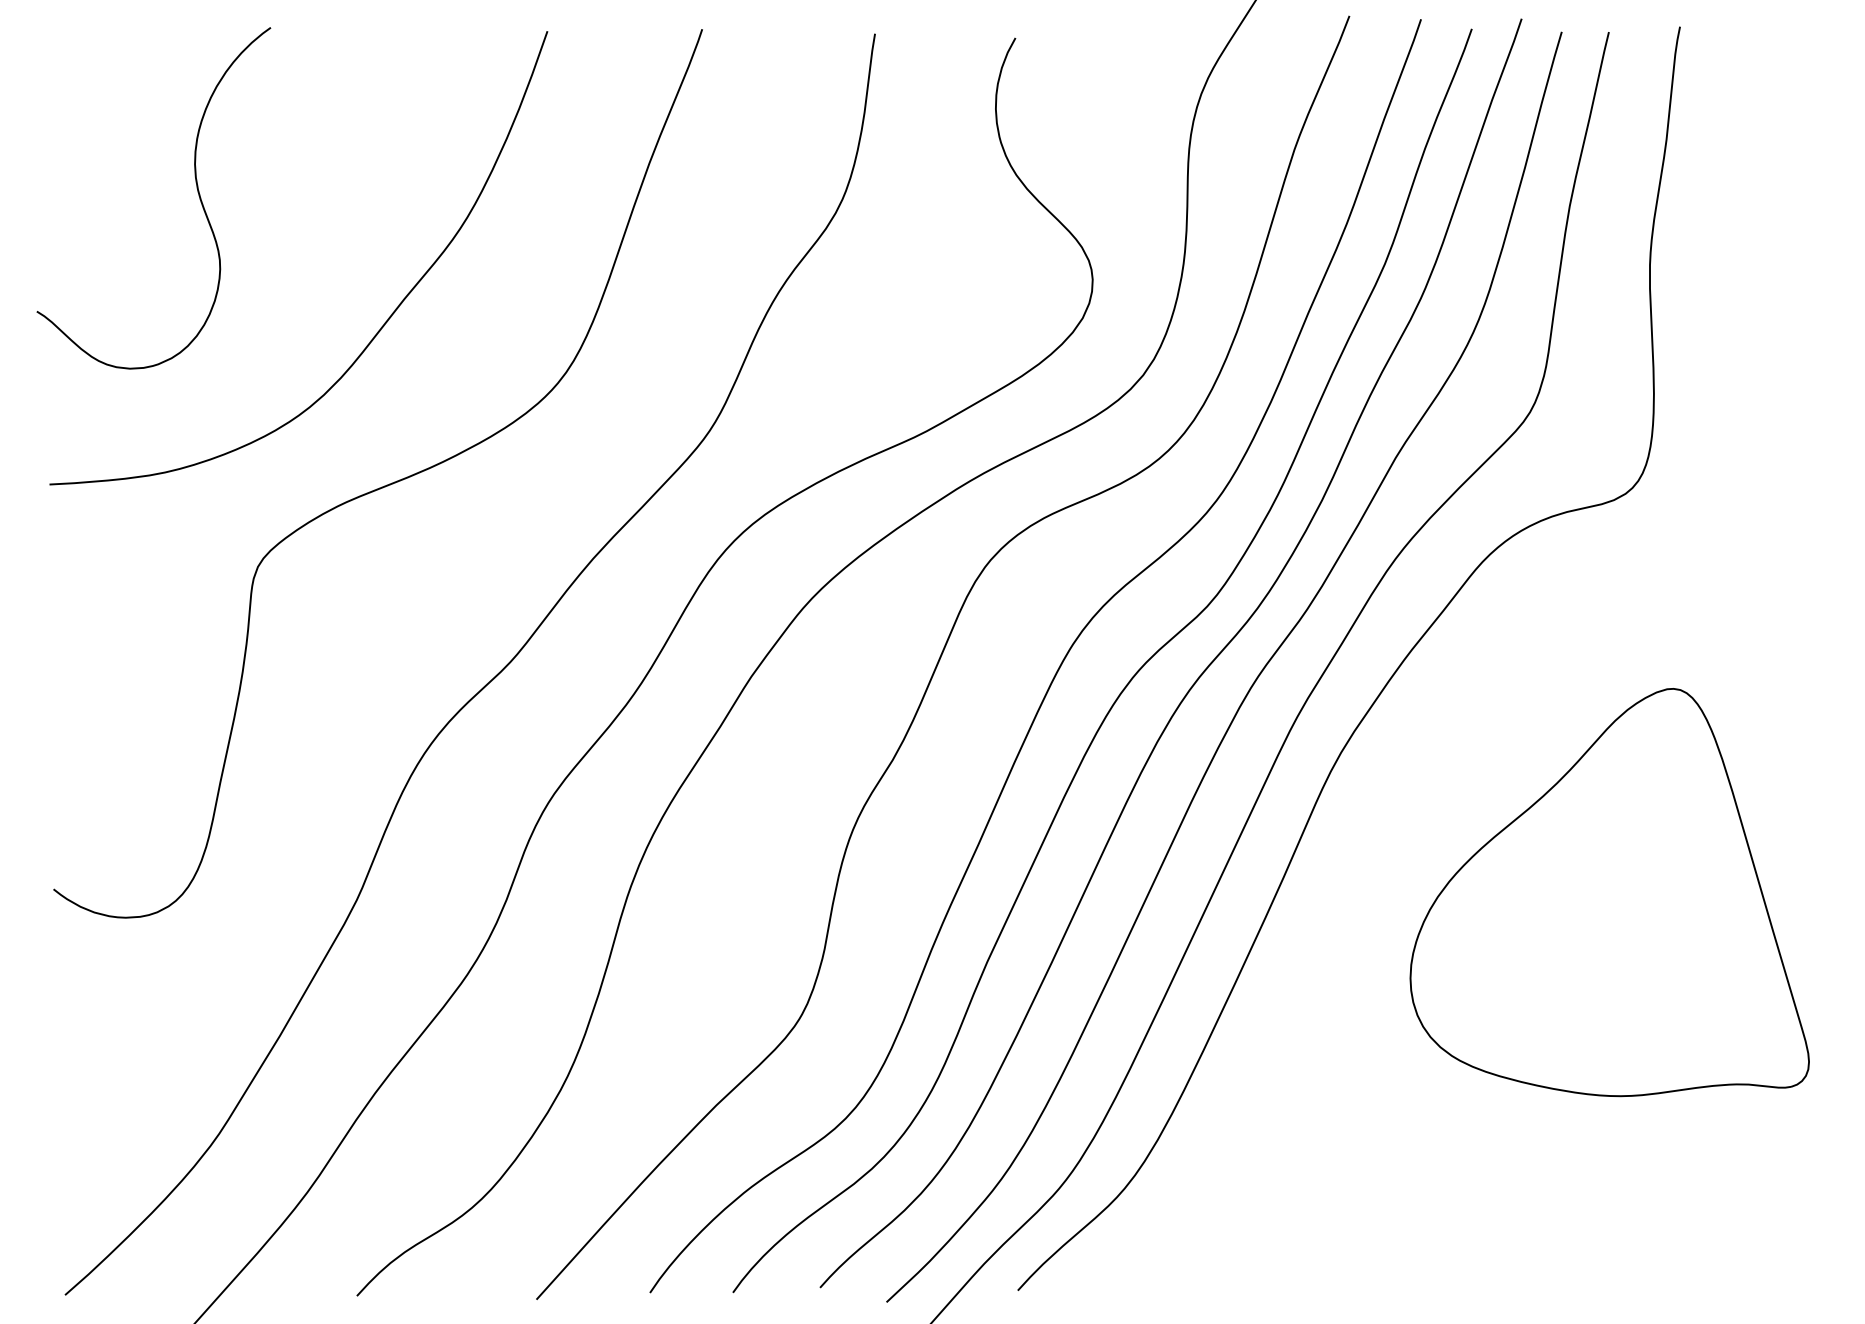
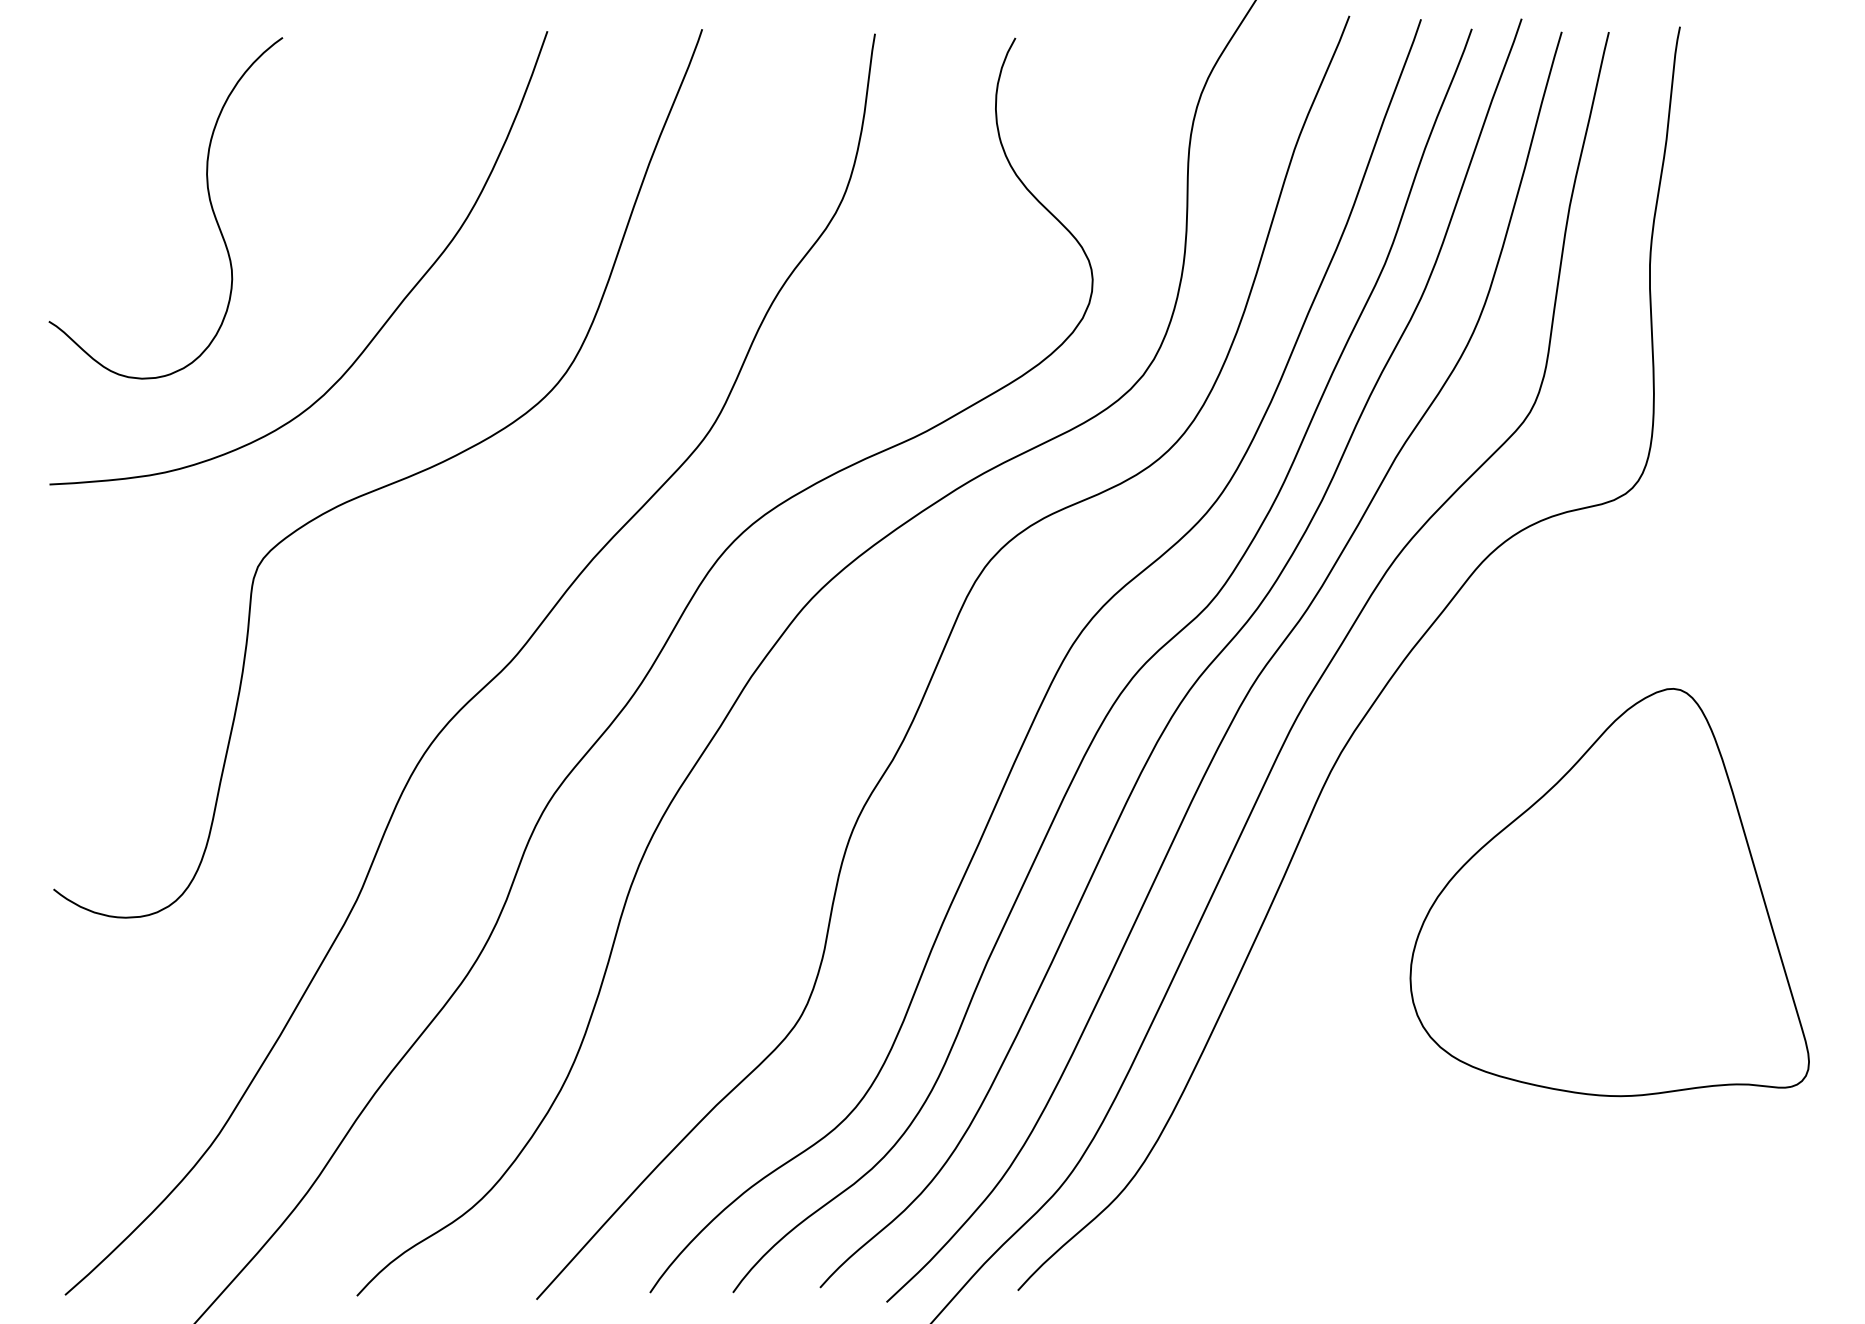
curve at (196, 188) position: (196, 188) -> (208, 198)
